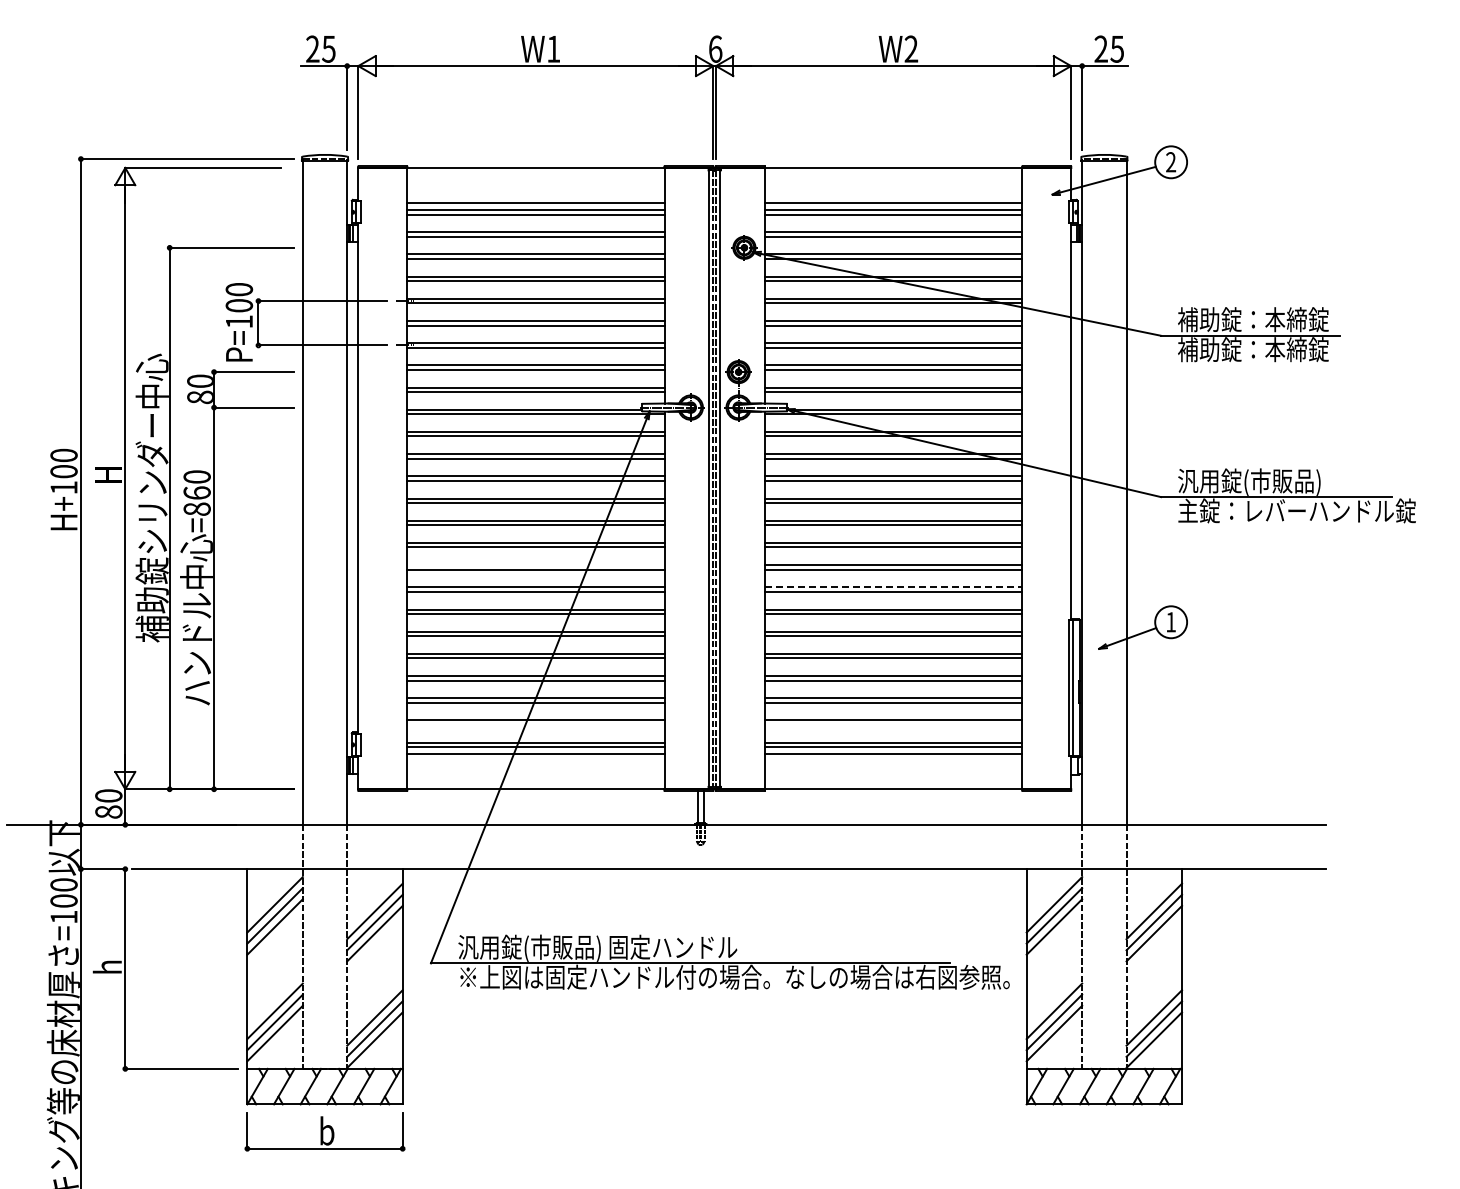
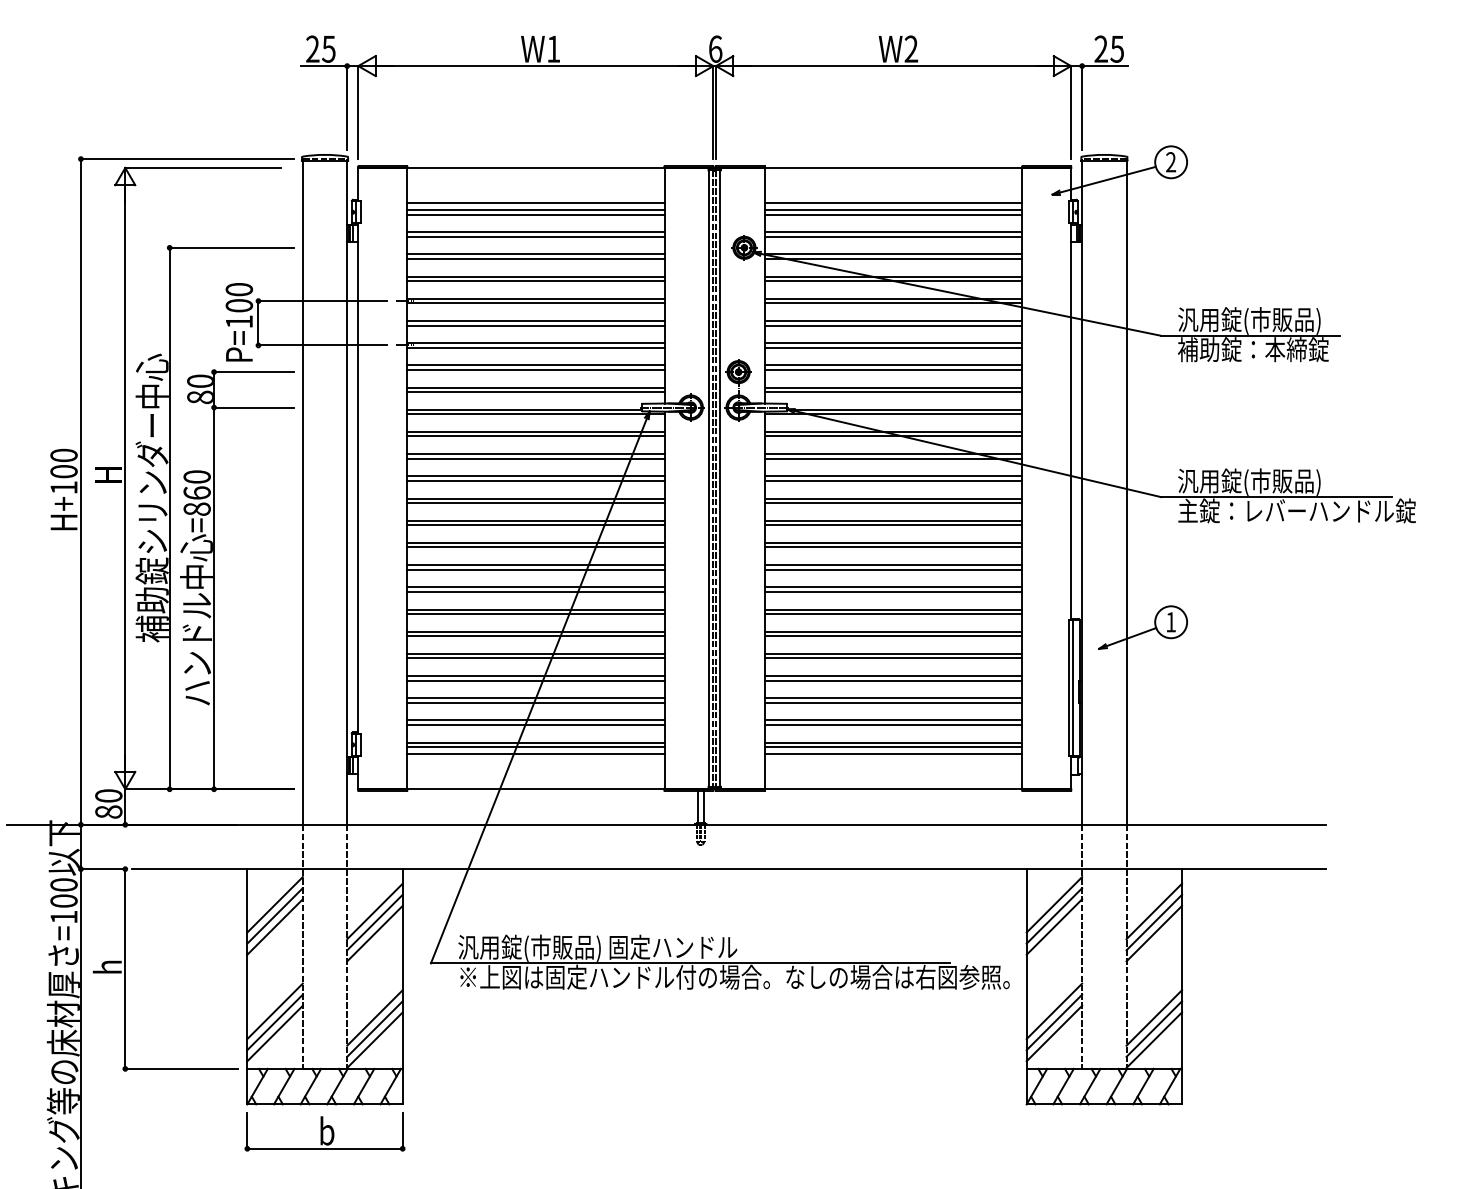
text at (1253, 320): 補助錠：本締錠 -> 汎用錠(市販品)
line at (535, 565): none -> present
line at (893, 587): dashed -> solid
line at (535, 724): none -> present
line at (893, 724): none -> present
